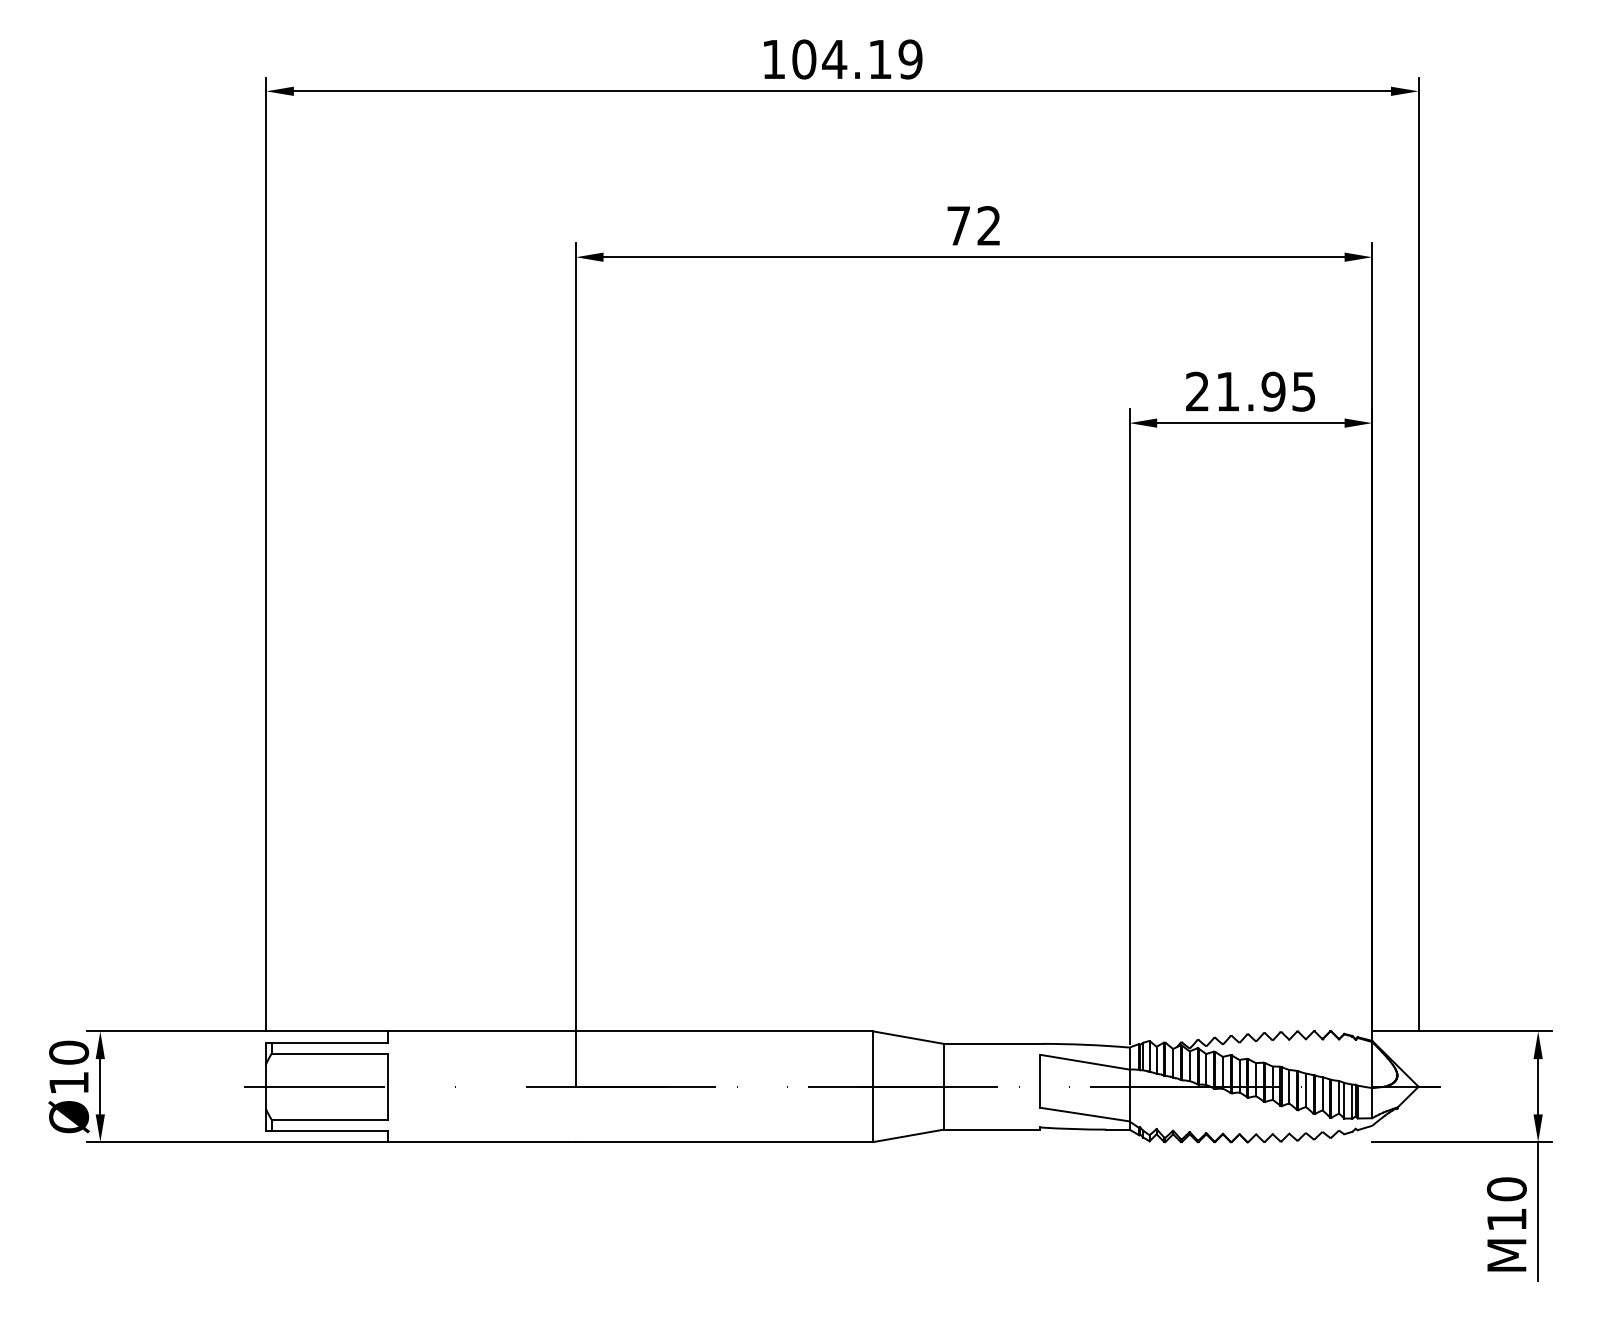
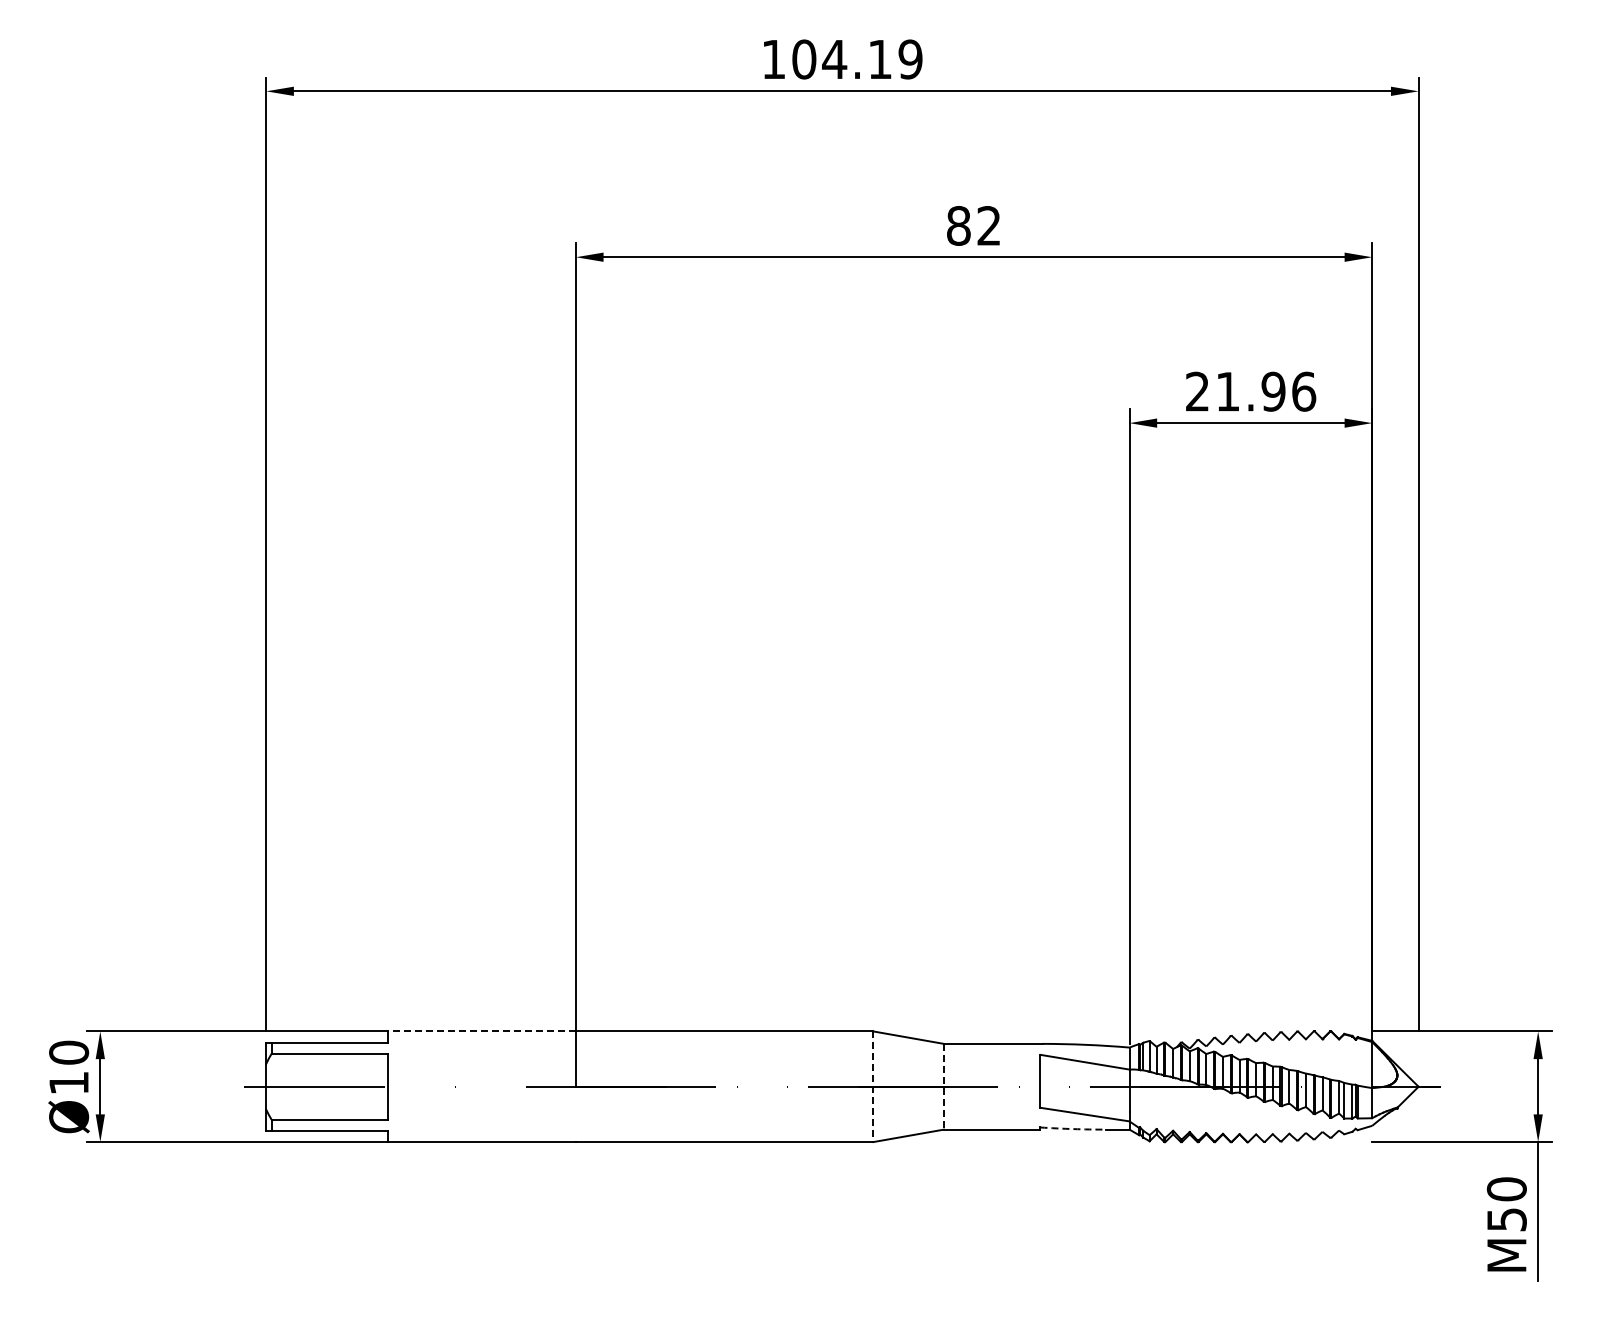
text at (958, 225): 72 -> 82
text at (1304, 391): 21.95 -> 21.96
line at (481, 1031): solid -> dashed
line at (944, 1086): solid -> dashed
line at (873, 1087): solid -> dashed
arc at (1073, 1129): solid -> dashed
text at (1506, 1219): M10 -> M50
